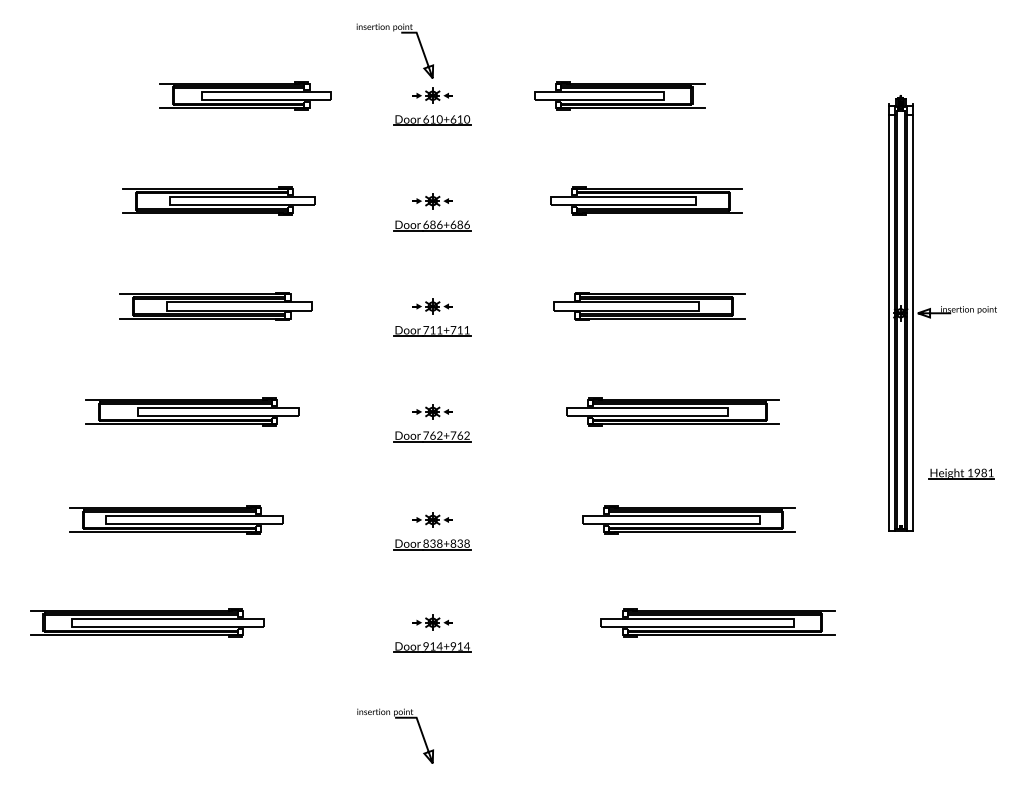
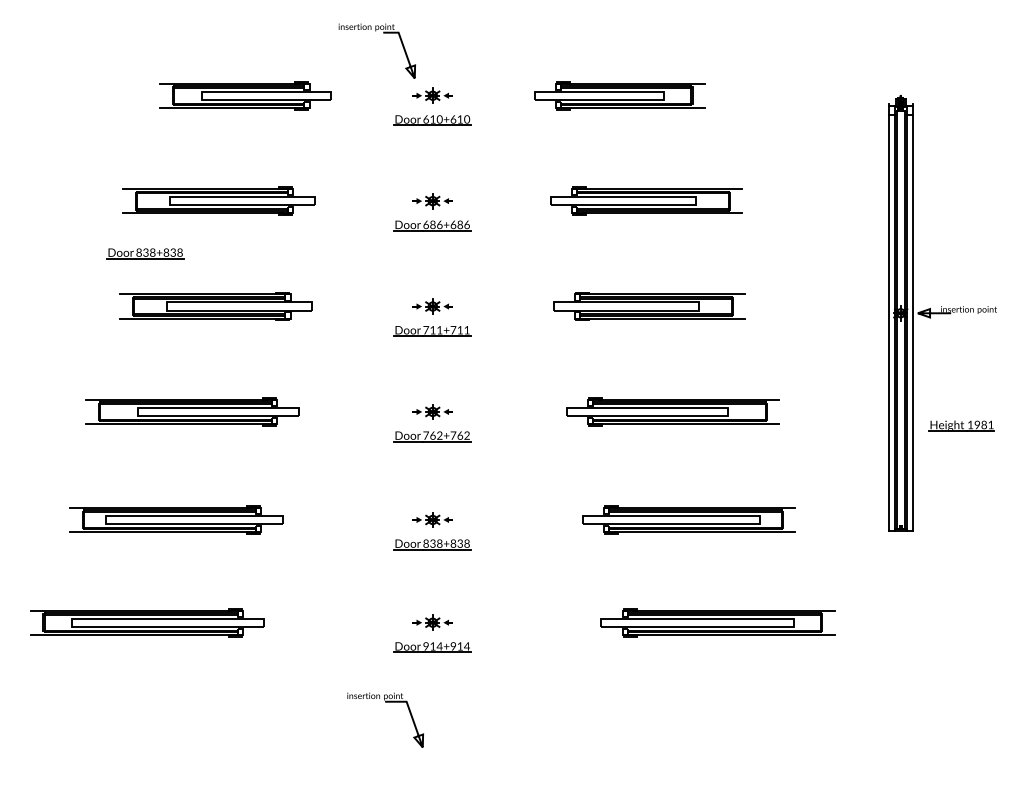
part at (401, 33) position: (401, 33) -> (383, 33)
part at (145, 253): none -> present
part at (961, 473) position: (961, 473) -> (961, 425)
part at (395, 718) position: (395, 718) -> (385, 702)
